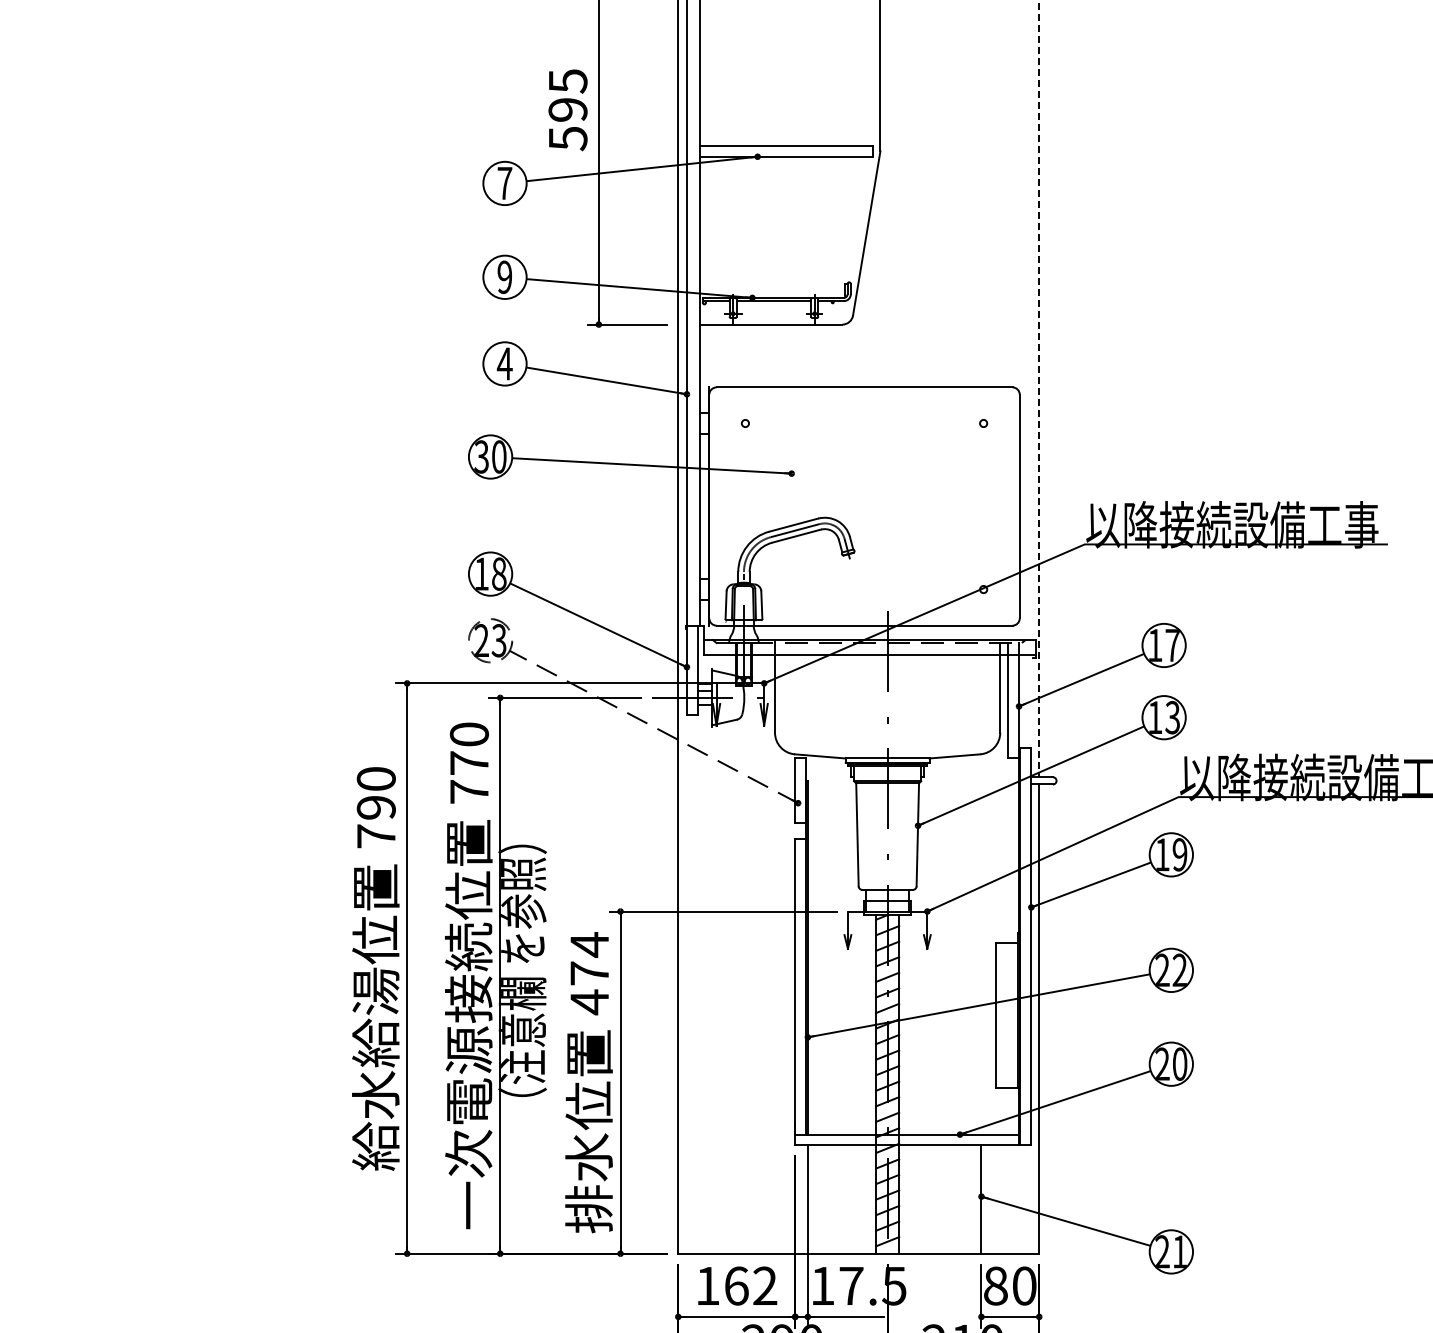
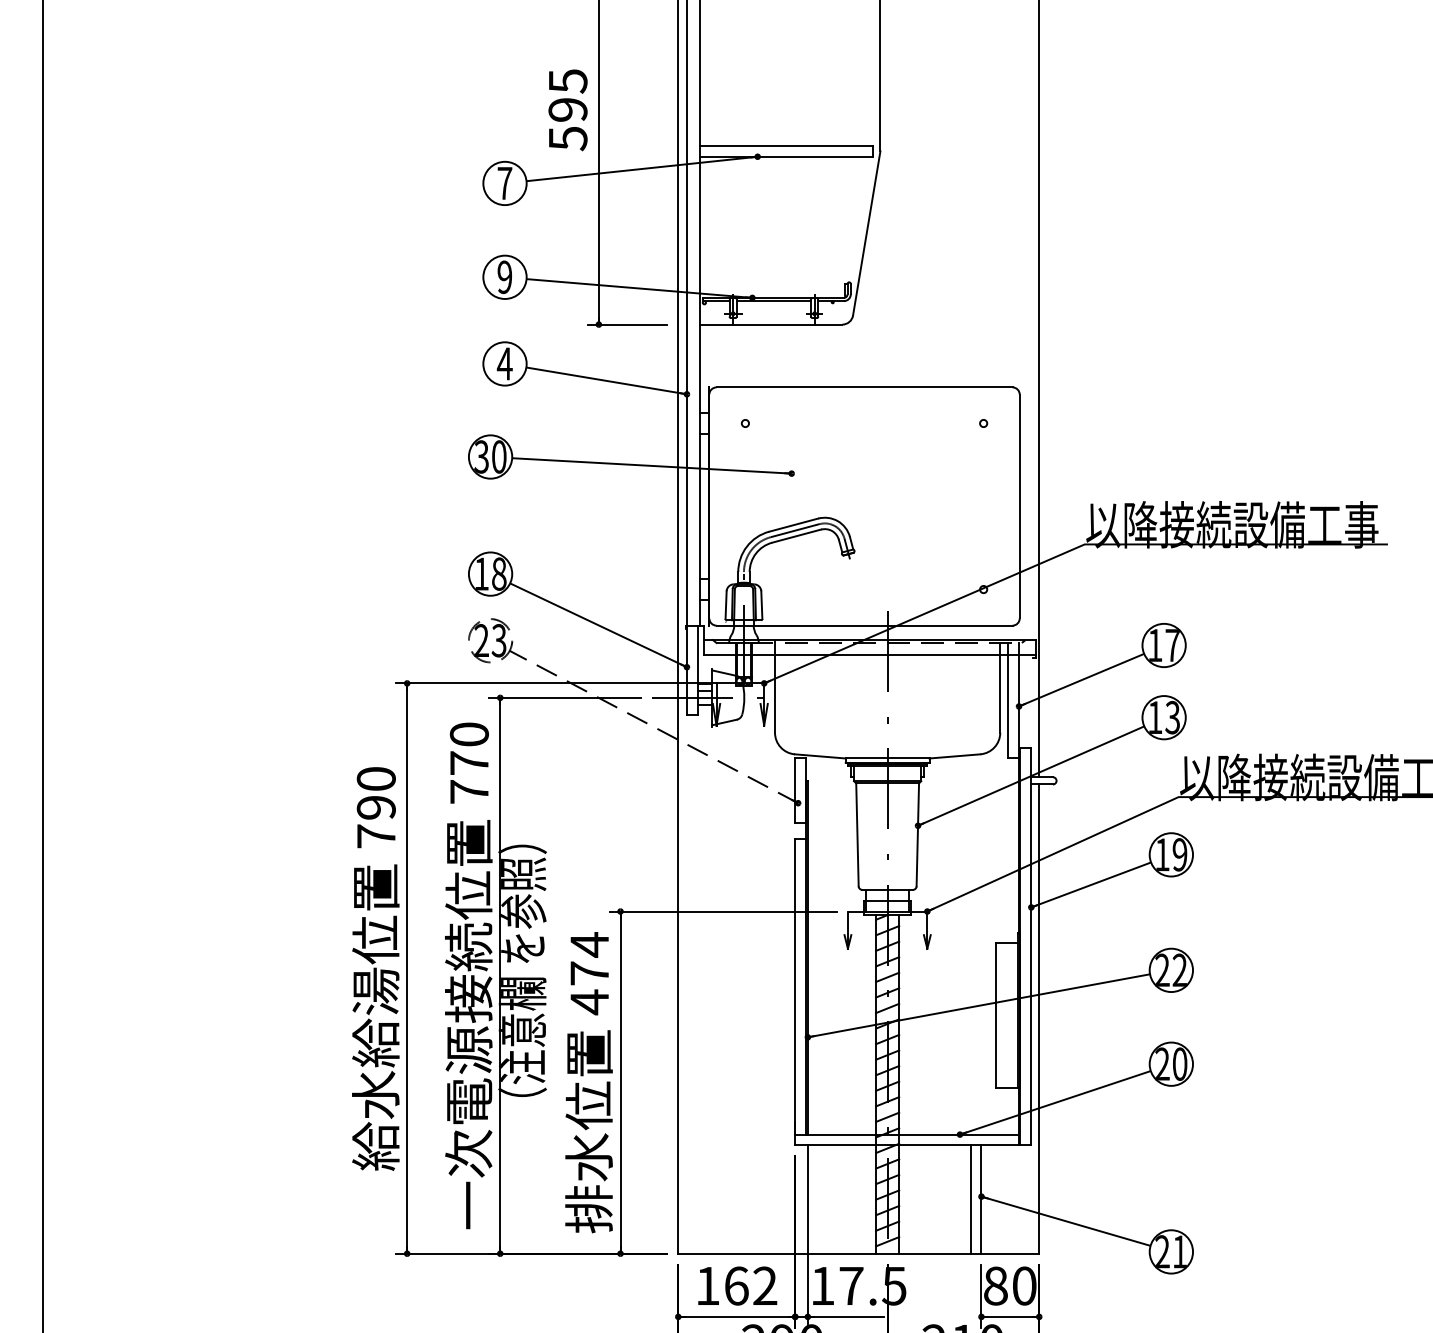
line at (1039, 389): dashed -> solid
line at (42, 665): none -> present
line at (970, 1199): none -> present
